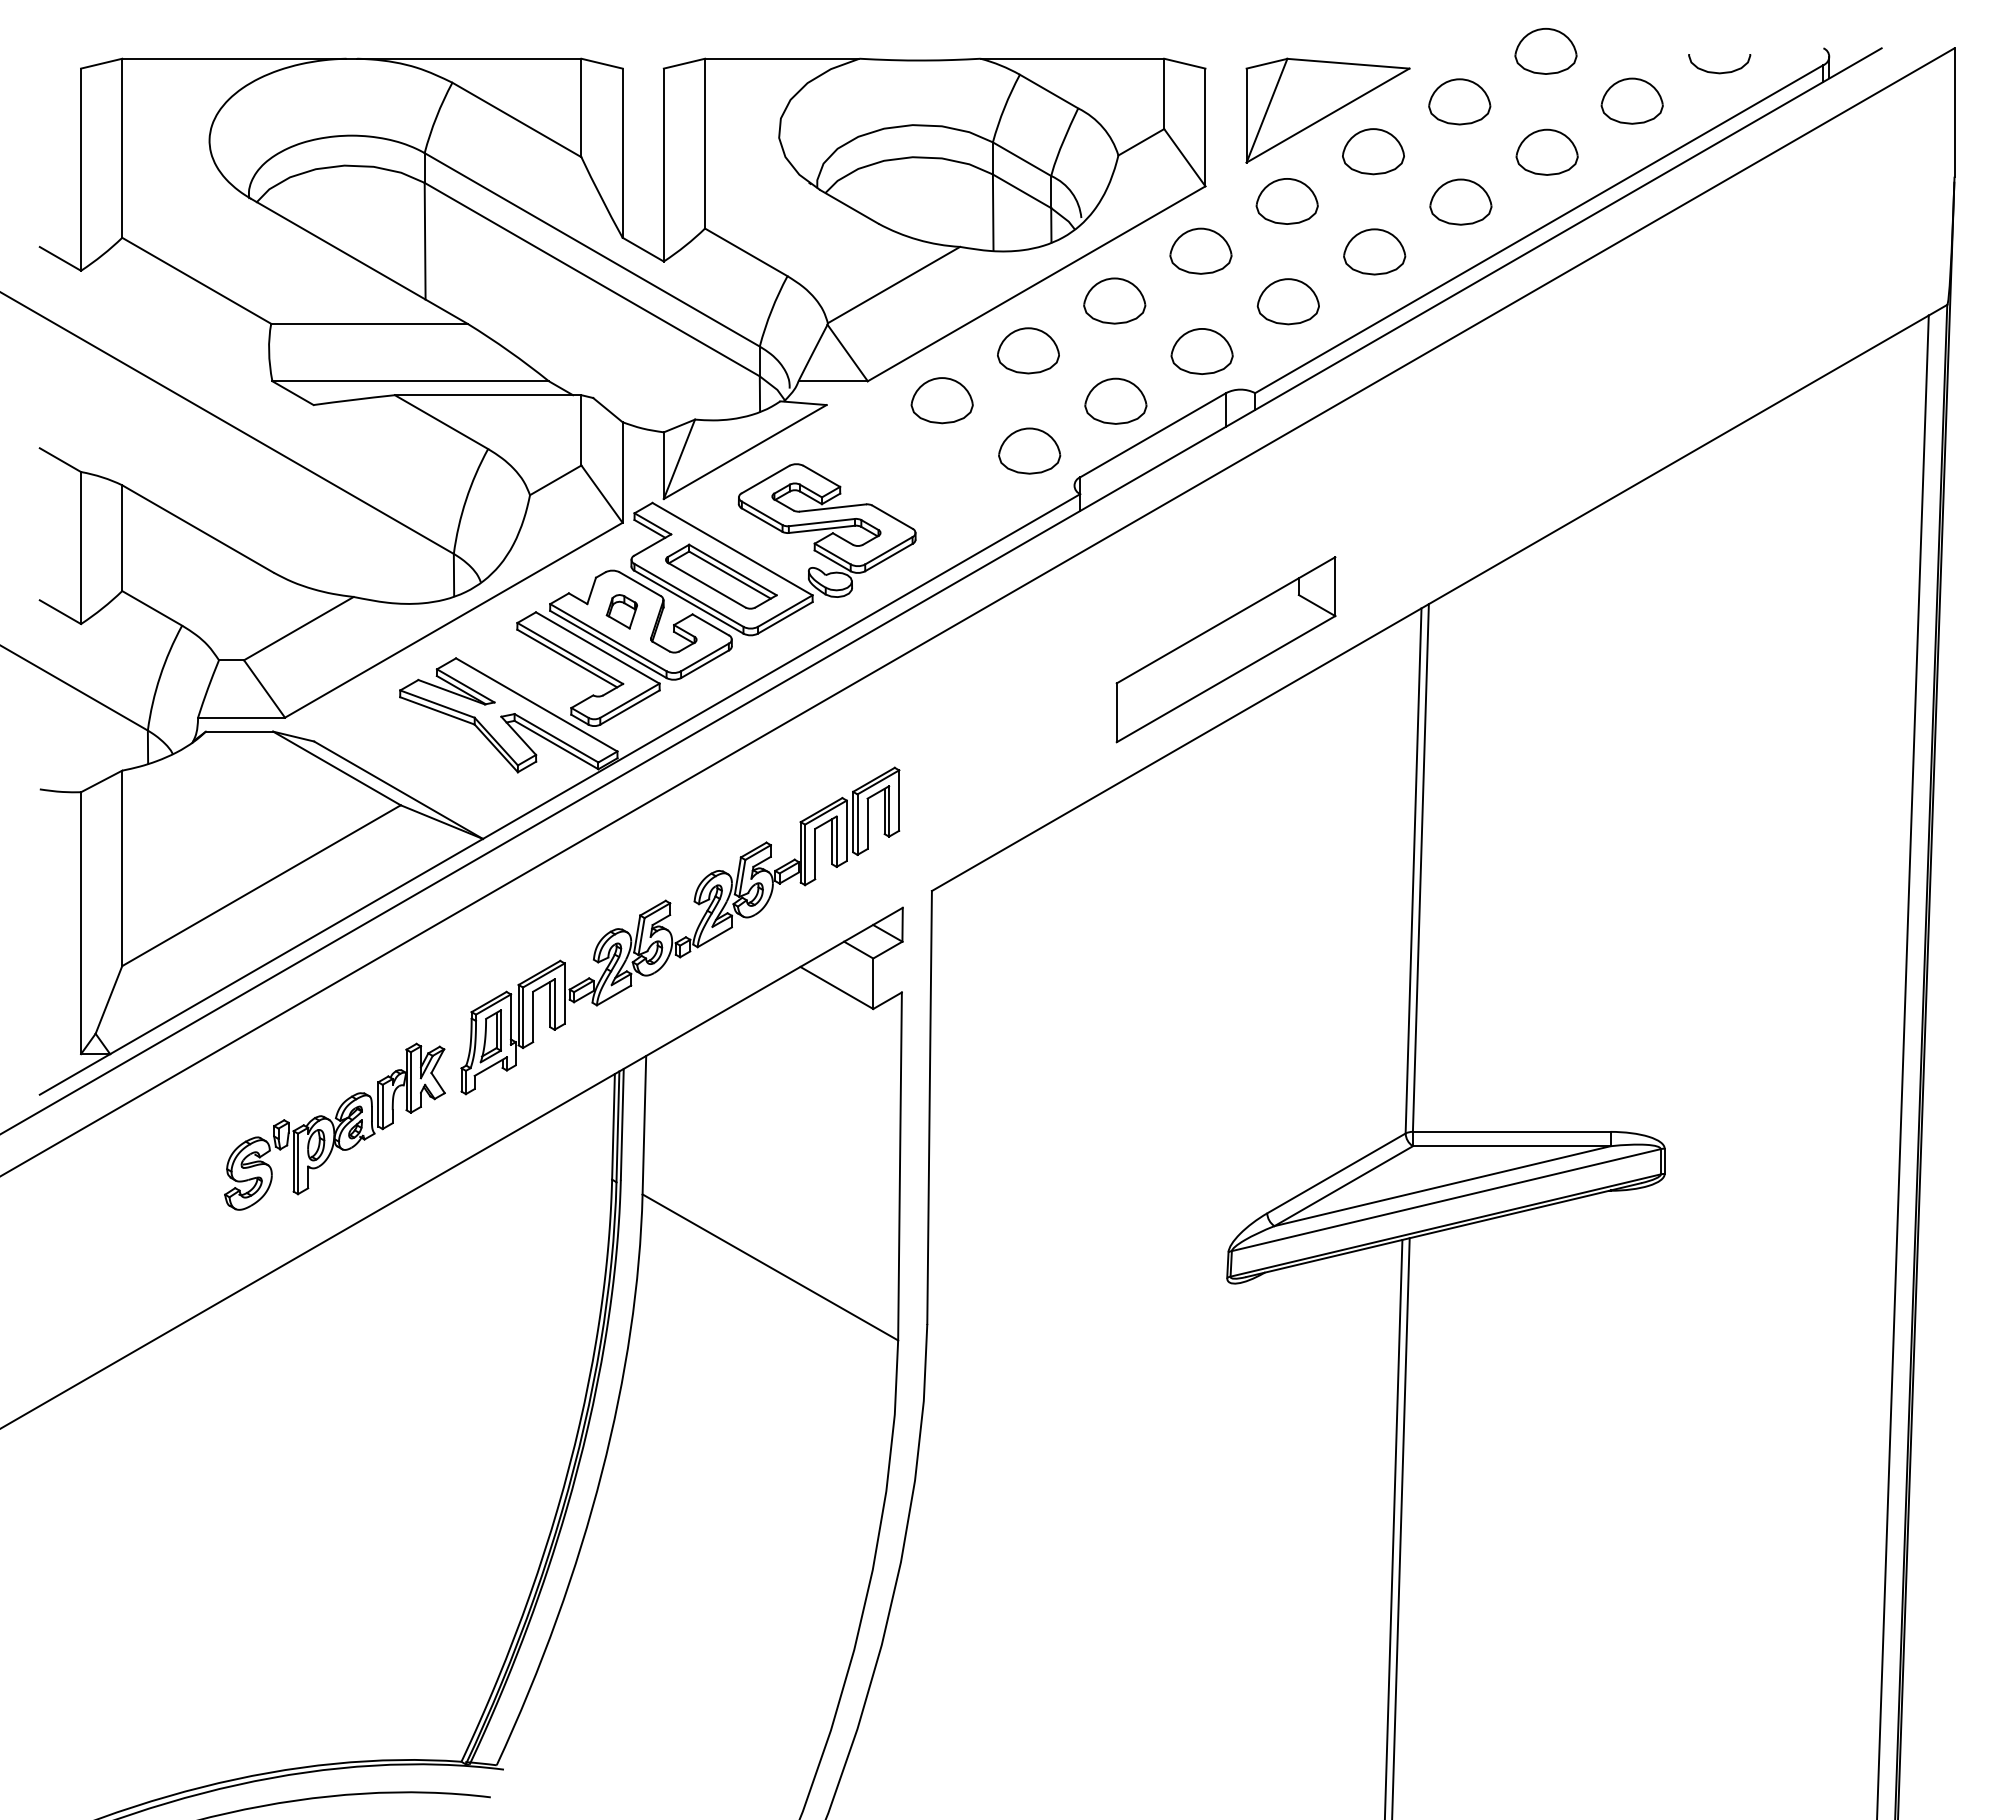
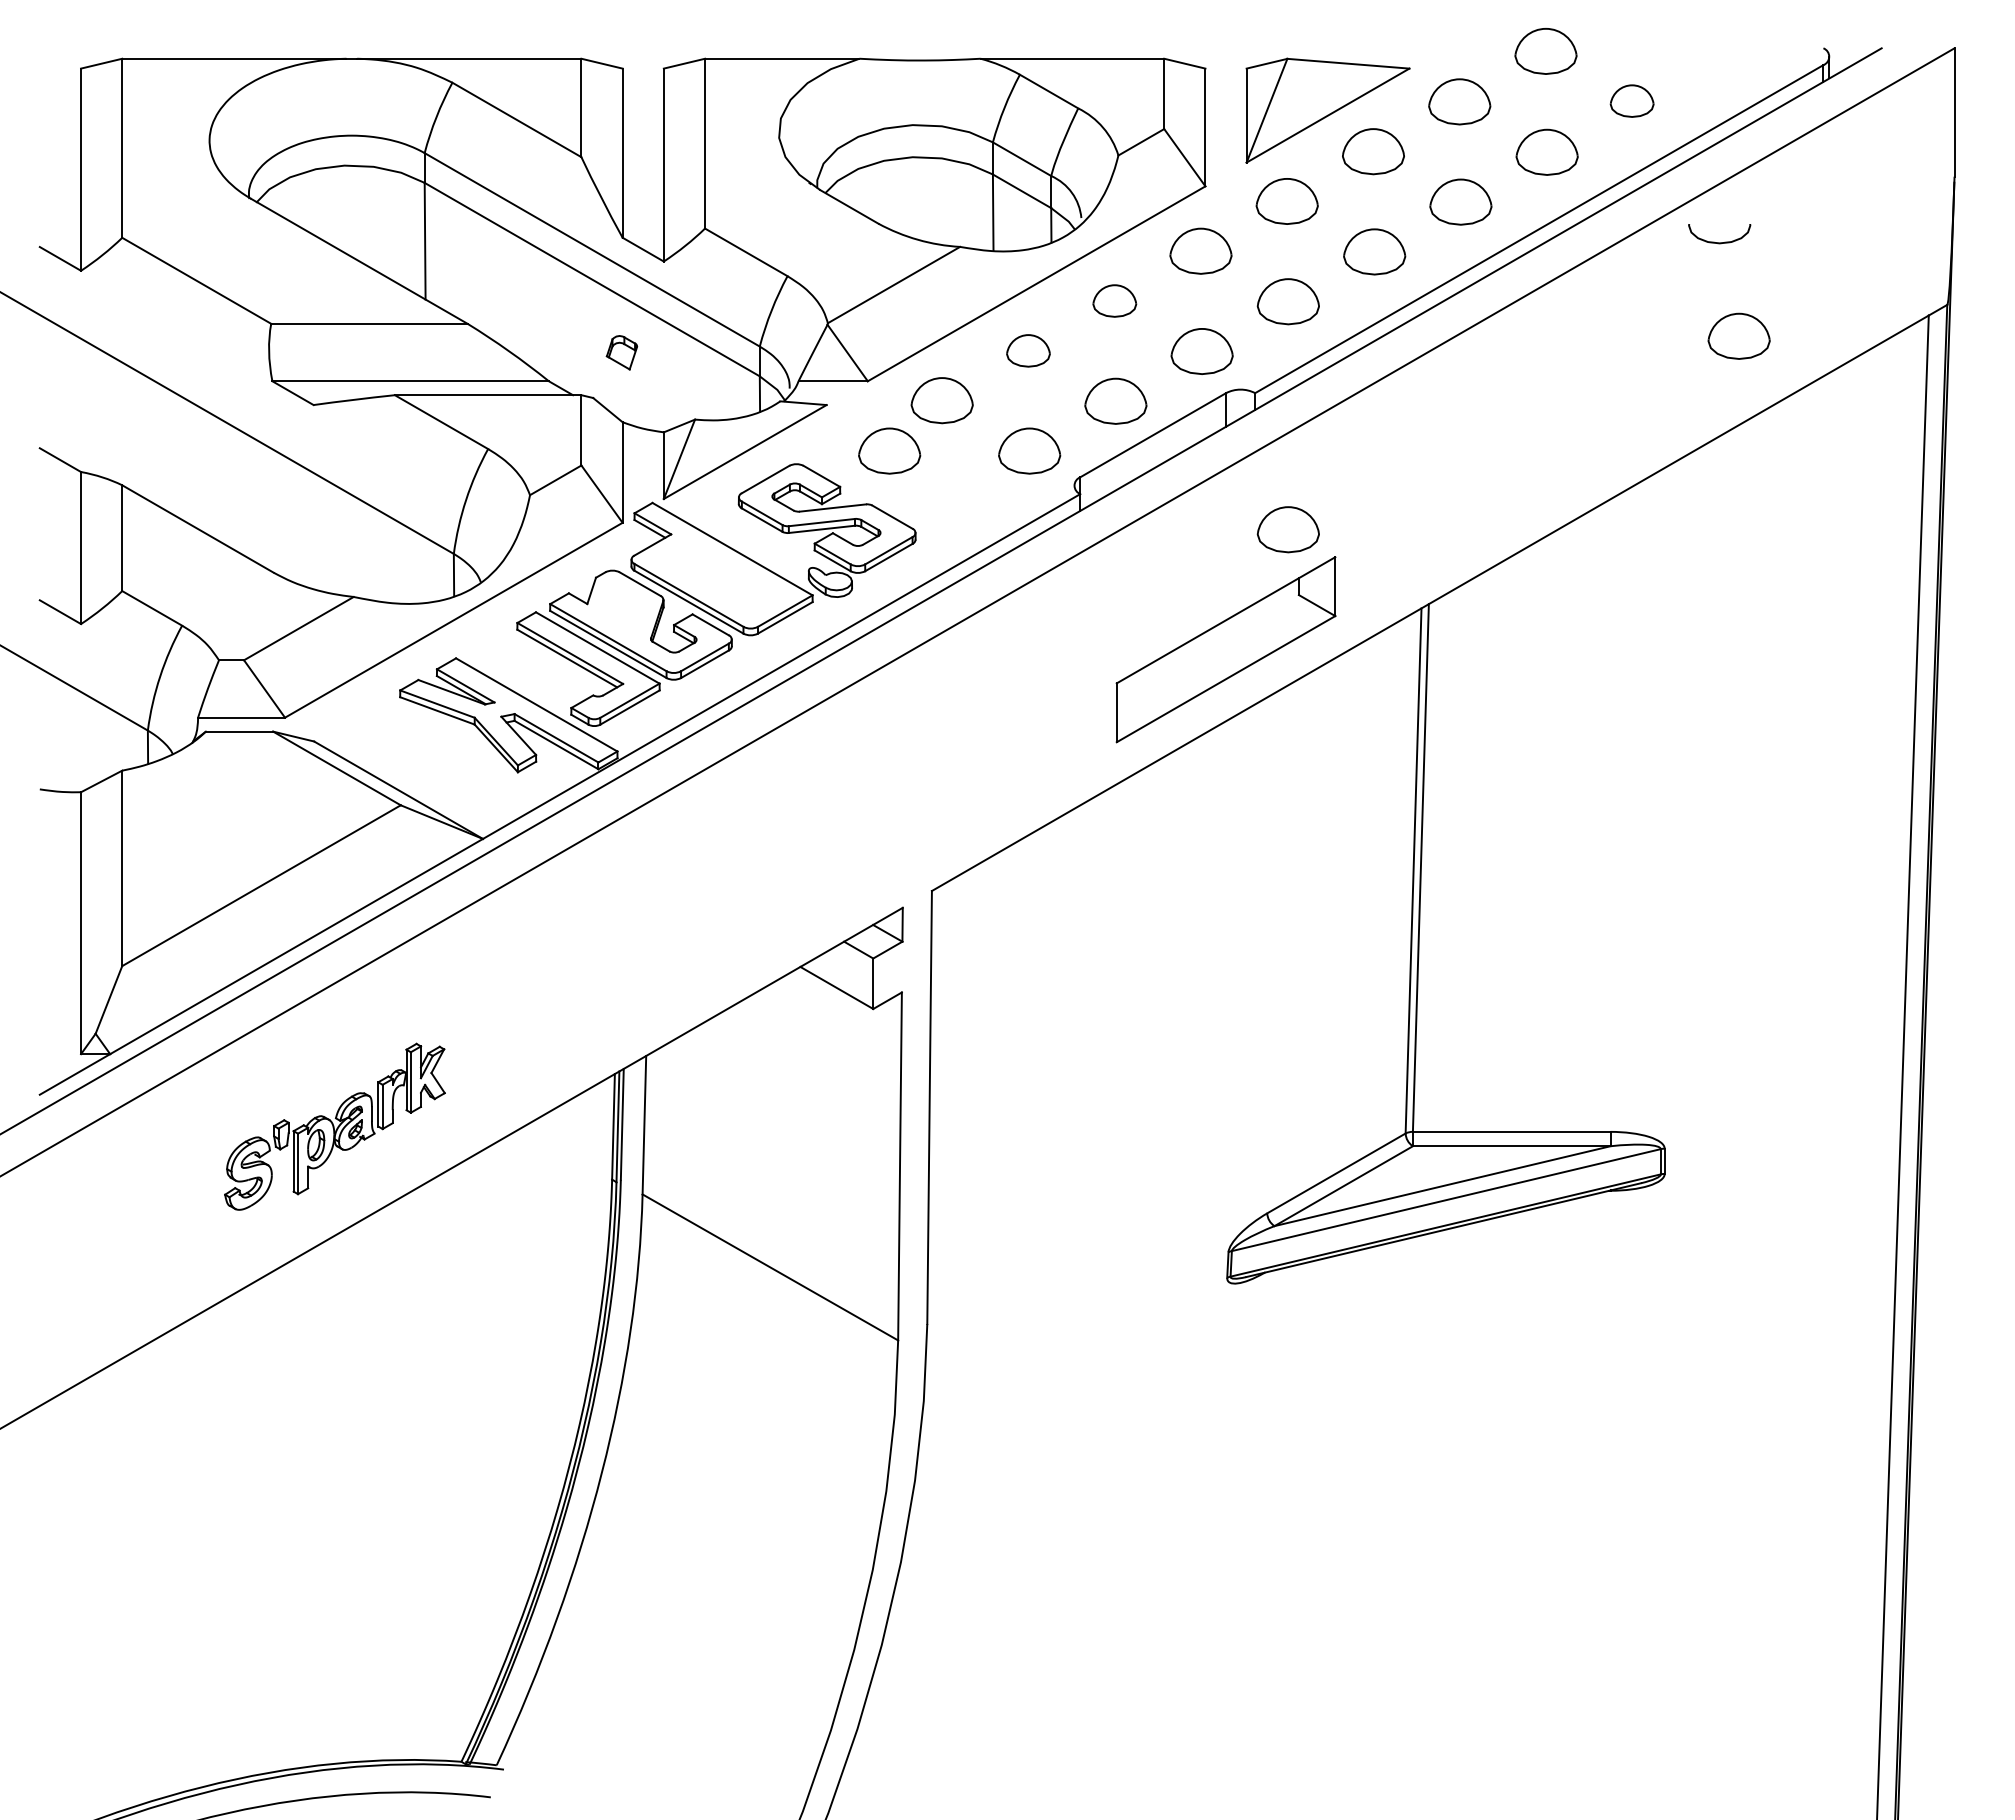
curve at (1719, 72) position: (1719, 72) -> (1719, 242)
part at (1631, 100) size: 64x48 px -> 46x34 px
part at (1114, 300) size: 64x48 px -> 46x34 px
part at (1738, 335): none -> present
part at (1028, 350) size: 63x48 px -> 45x34 px
part at (889, 450): none -> present
part at (1287, 529): none -> present
part at (721, 576): present -> none
part at (621, 611) position: (621, 611) -> (621, 352)
part at (683, 937): present -> none
line at (1393, 1527): present -> none
line at (1400, 1527): present -> none
